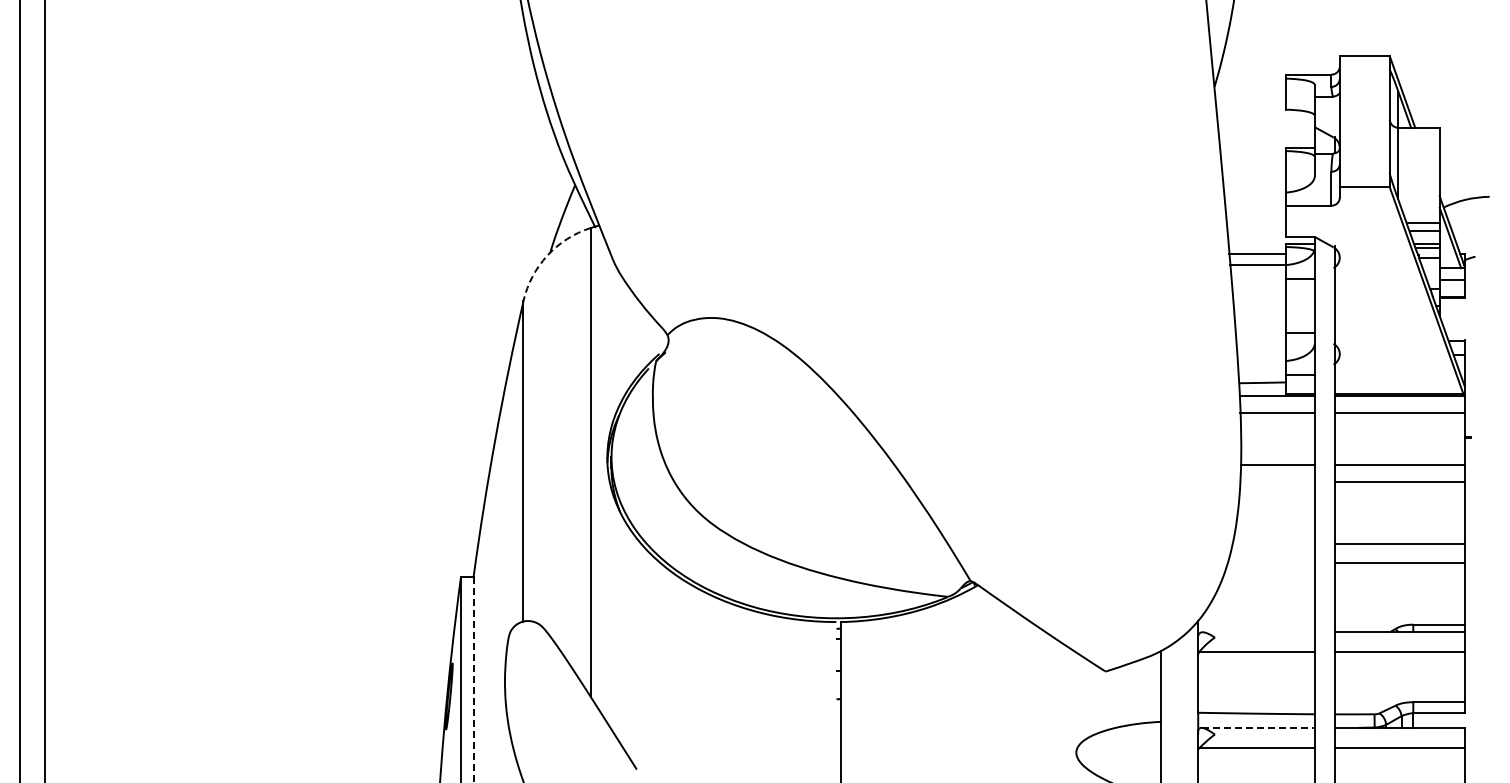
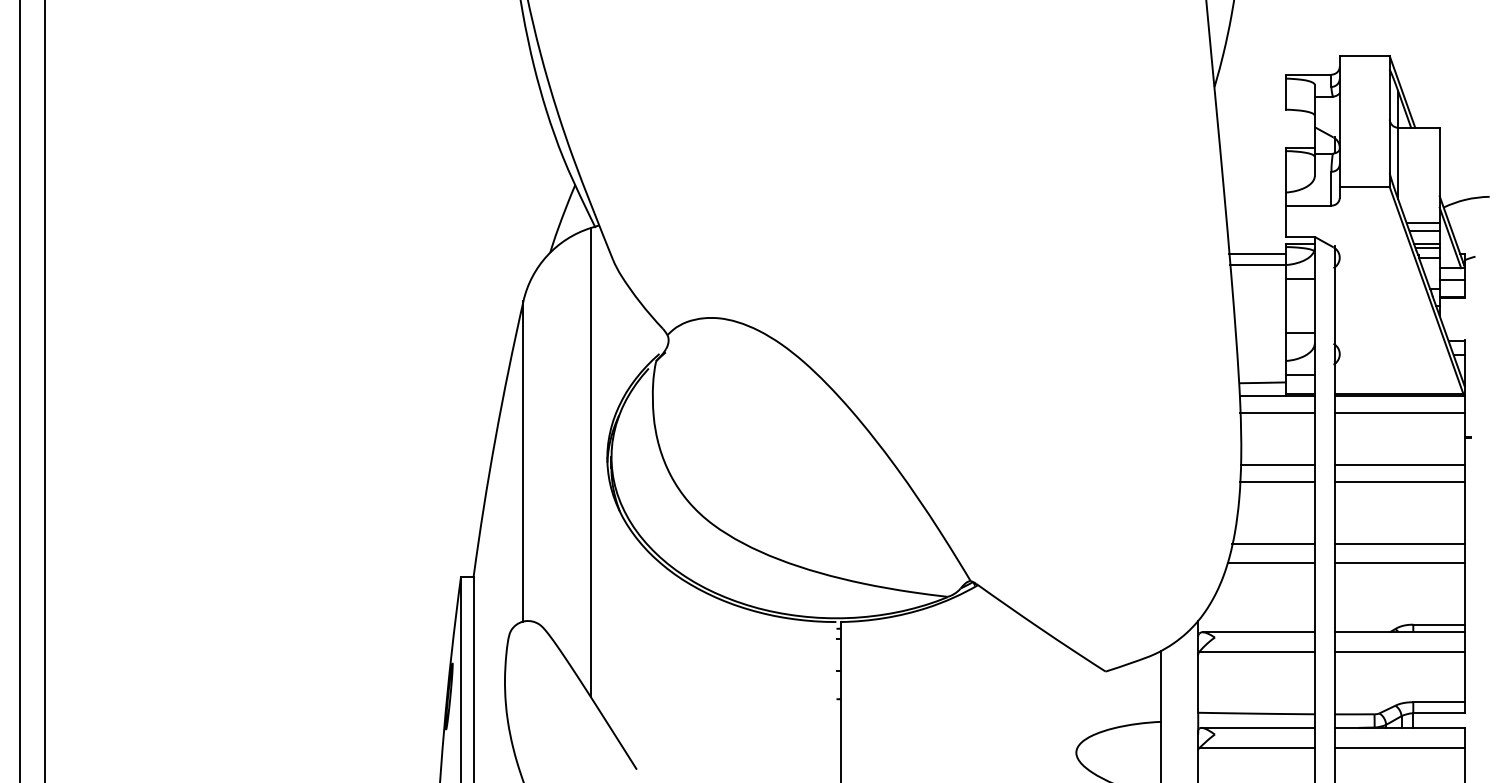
arc at (547, 255): dashed -> solid
line at (1277, 482): none -> present
line at (1273, 544): none -> present
line at (1270, 562): none -> present
line at (1258, 632): none -> present
line at (473, 680): dashed -> solid
line at (1258, 727): dashed -> solid
